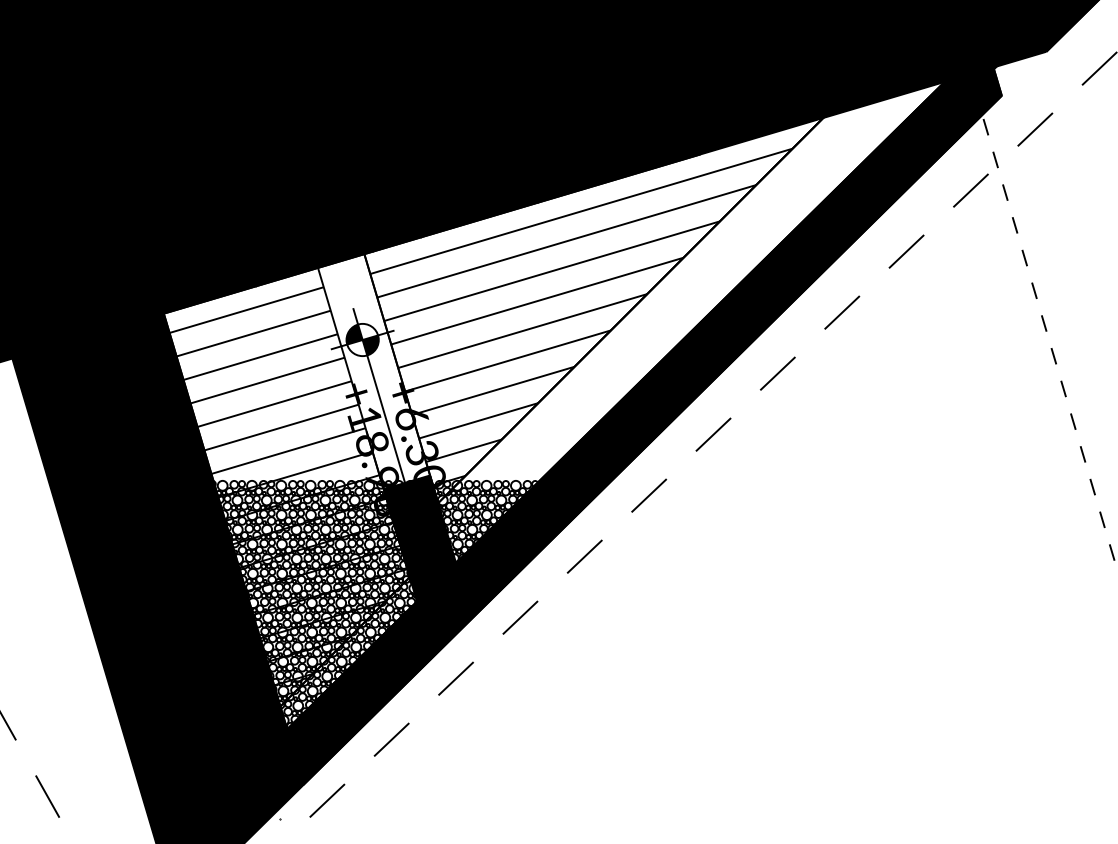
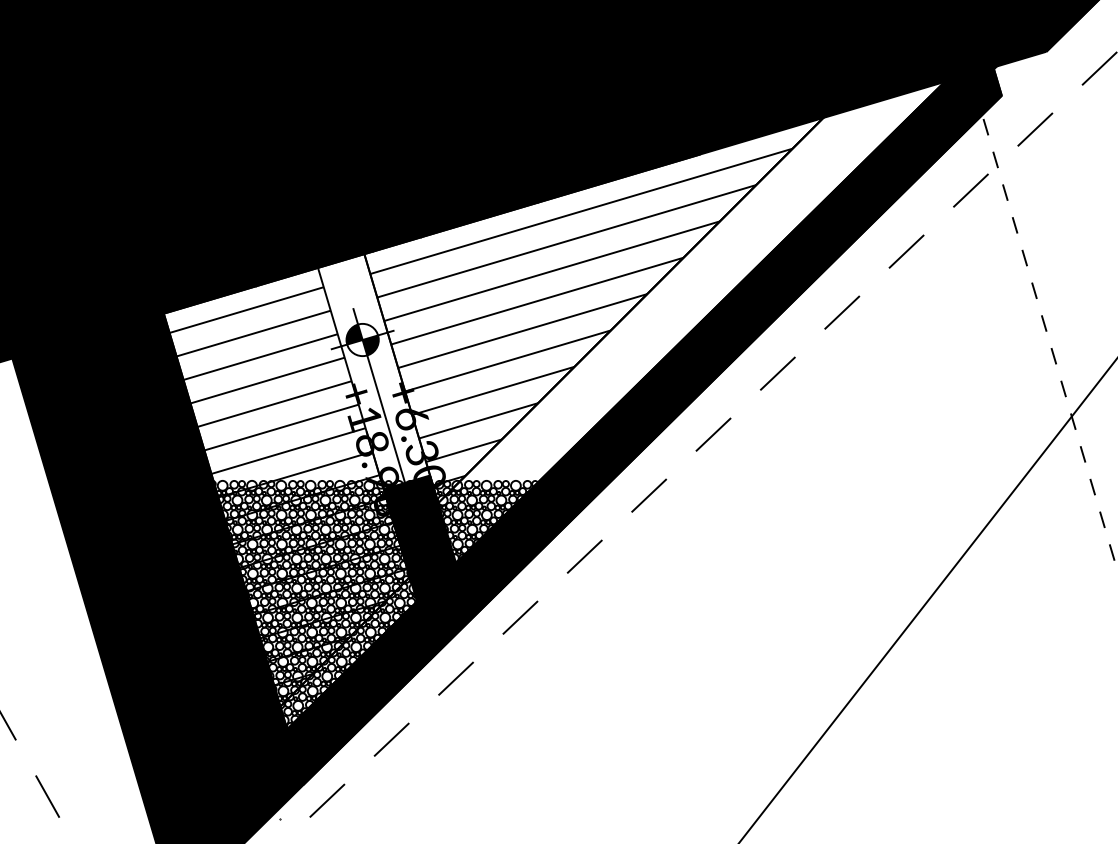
line at (927, 600): none -> present
